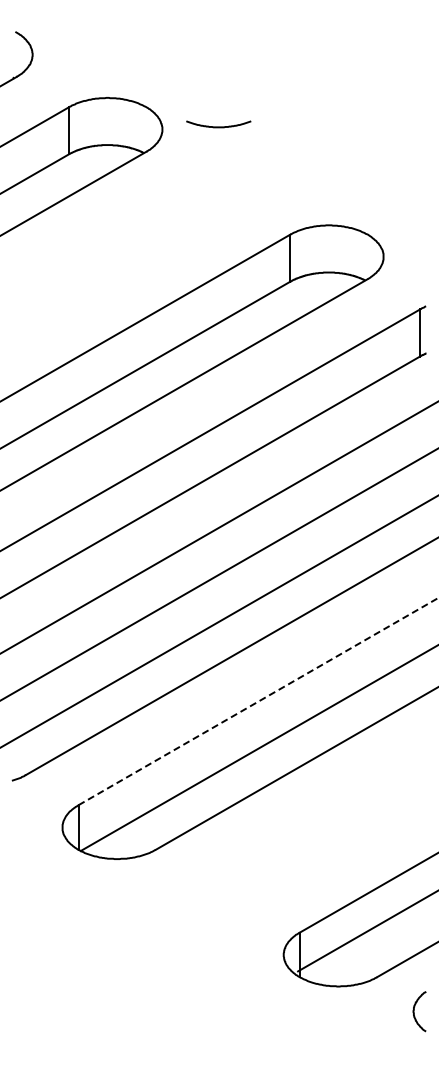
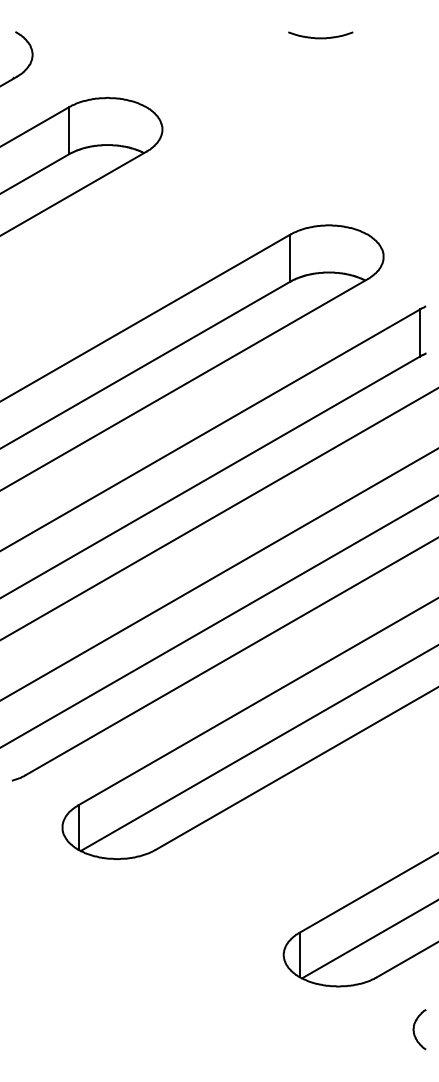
curve at (218, 126) position: (218, 126) -> (320, 37)
line at (218, 527) position: (218, 527) -> (218, 514)
line at (258, 701): dashed -> solid
line at (366, 931) position: (366, 931) -> (368, 939)
curve at (414, 1011) position: (414, 1011) -> (414, 1029)
